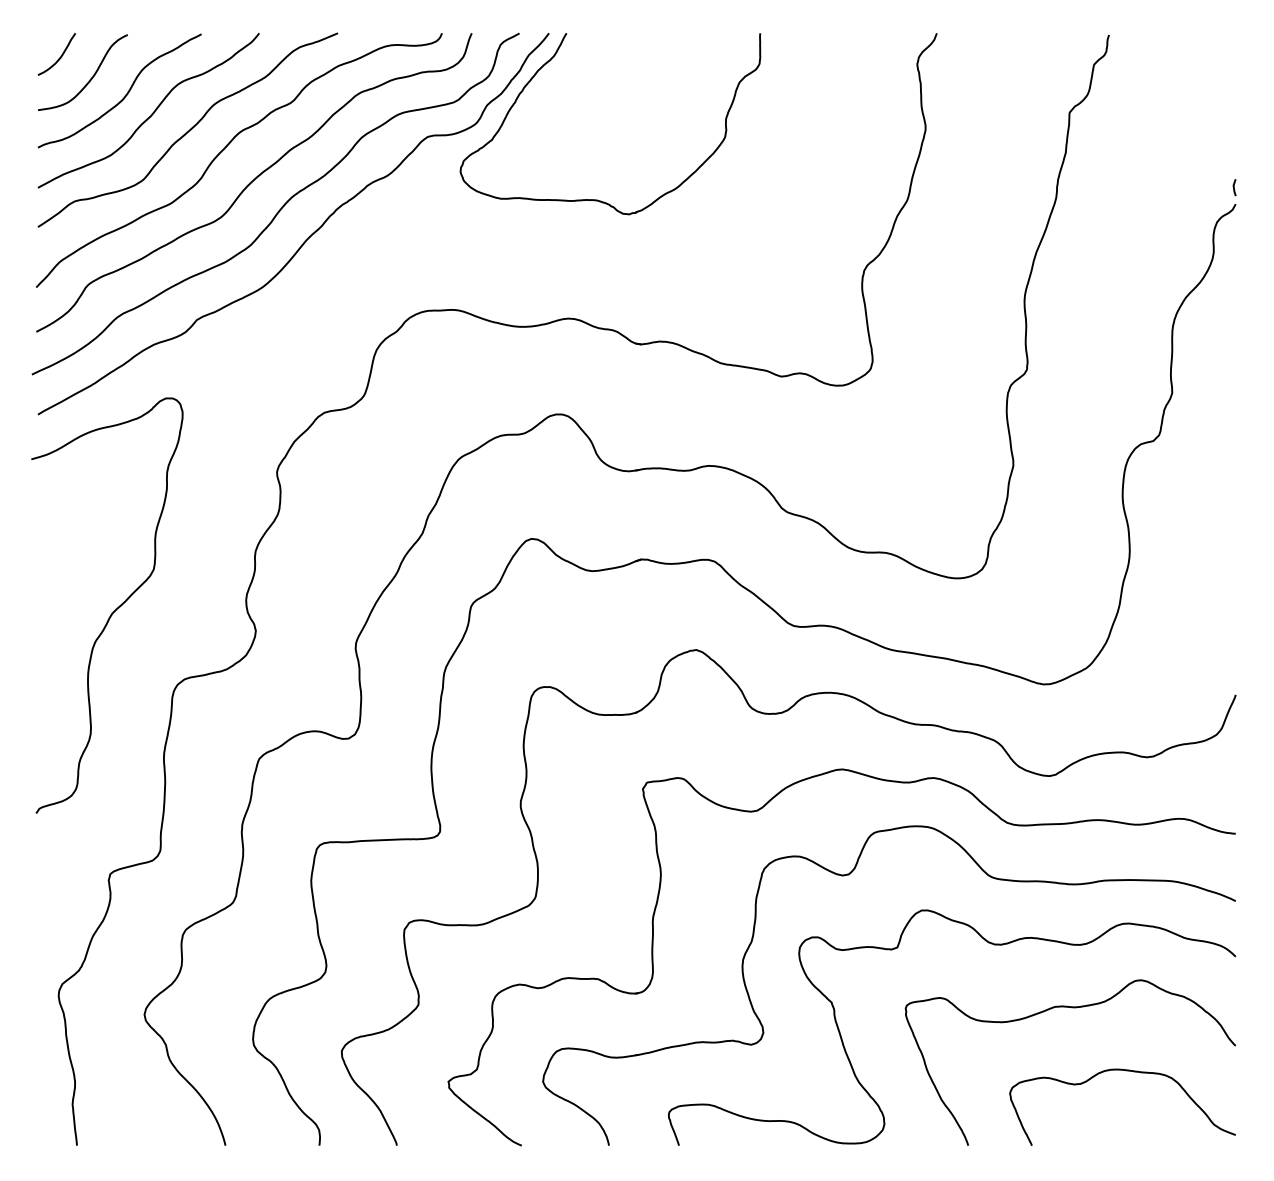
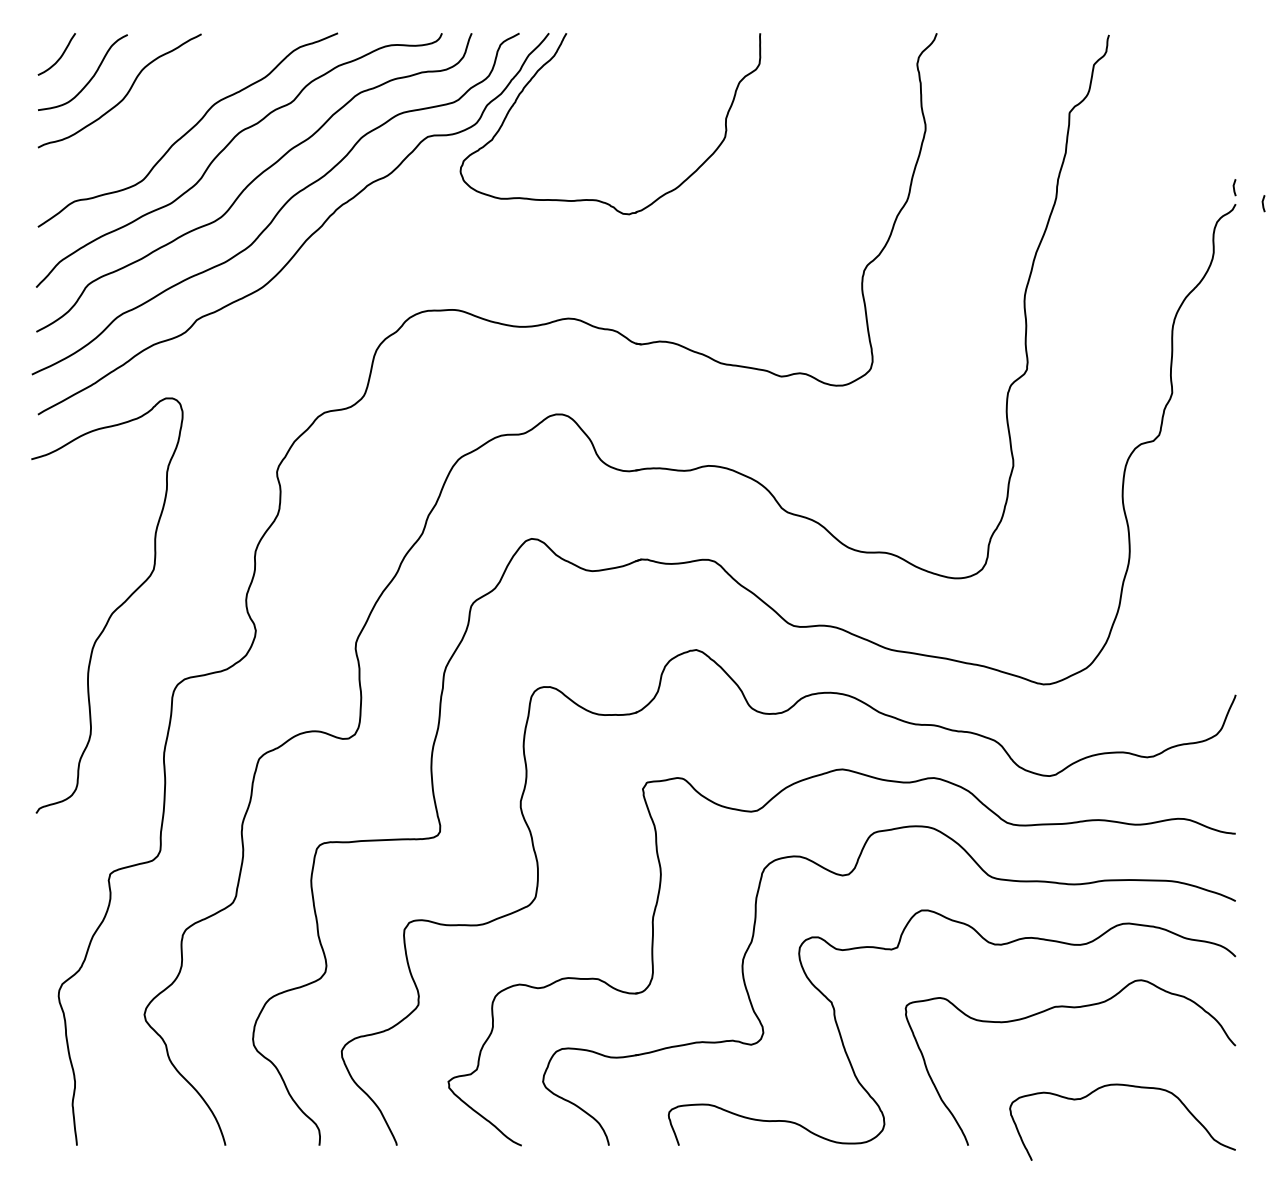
curve at (151, 113): present -> none
curve at (1263, 203): none -> present
curve at (1125, 1071) position: (1125, 1071) -> (1125, 1086)
